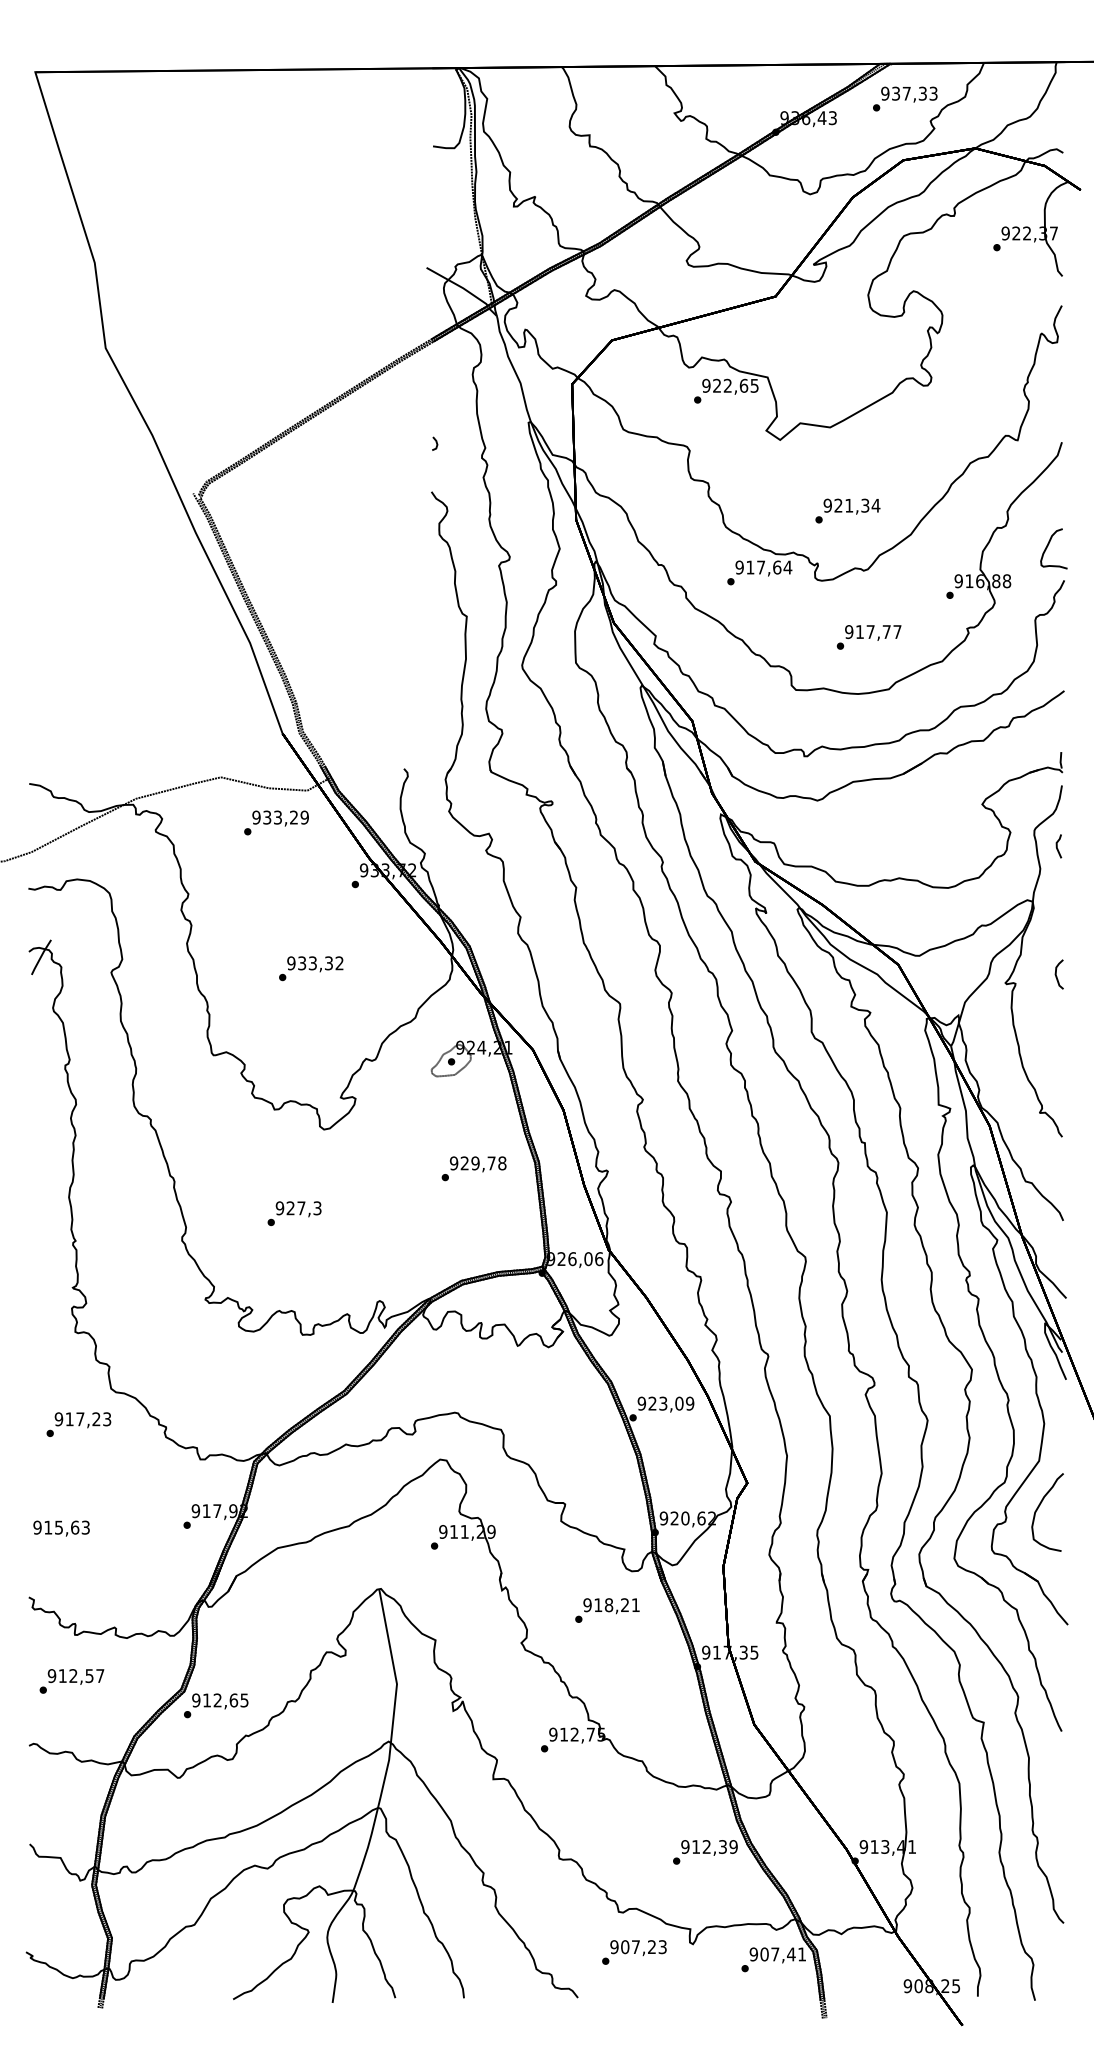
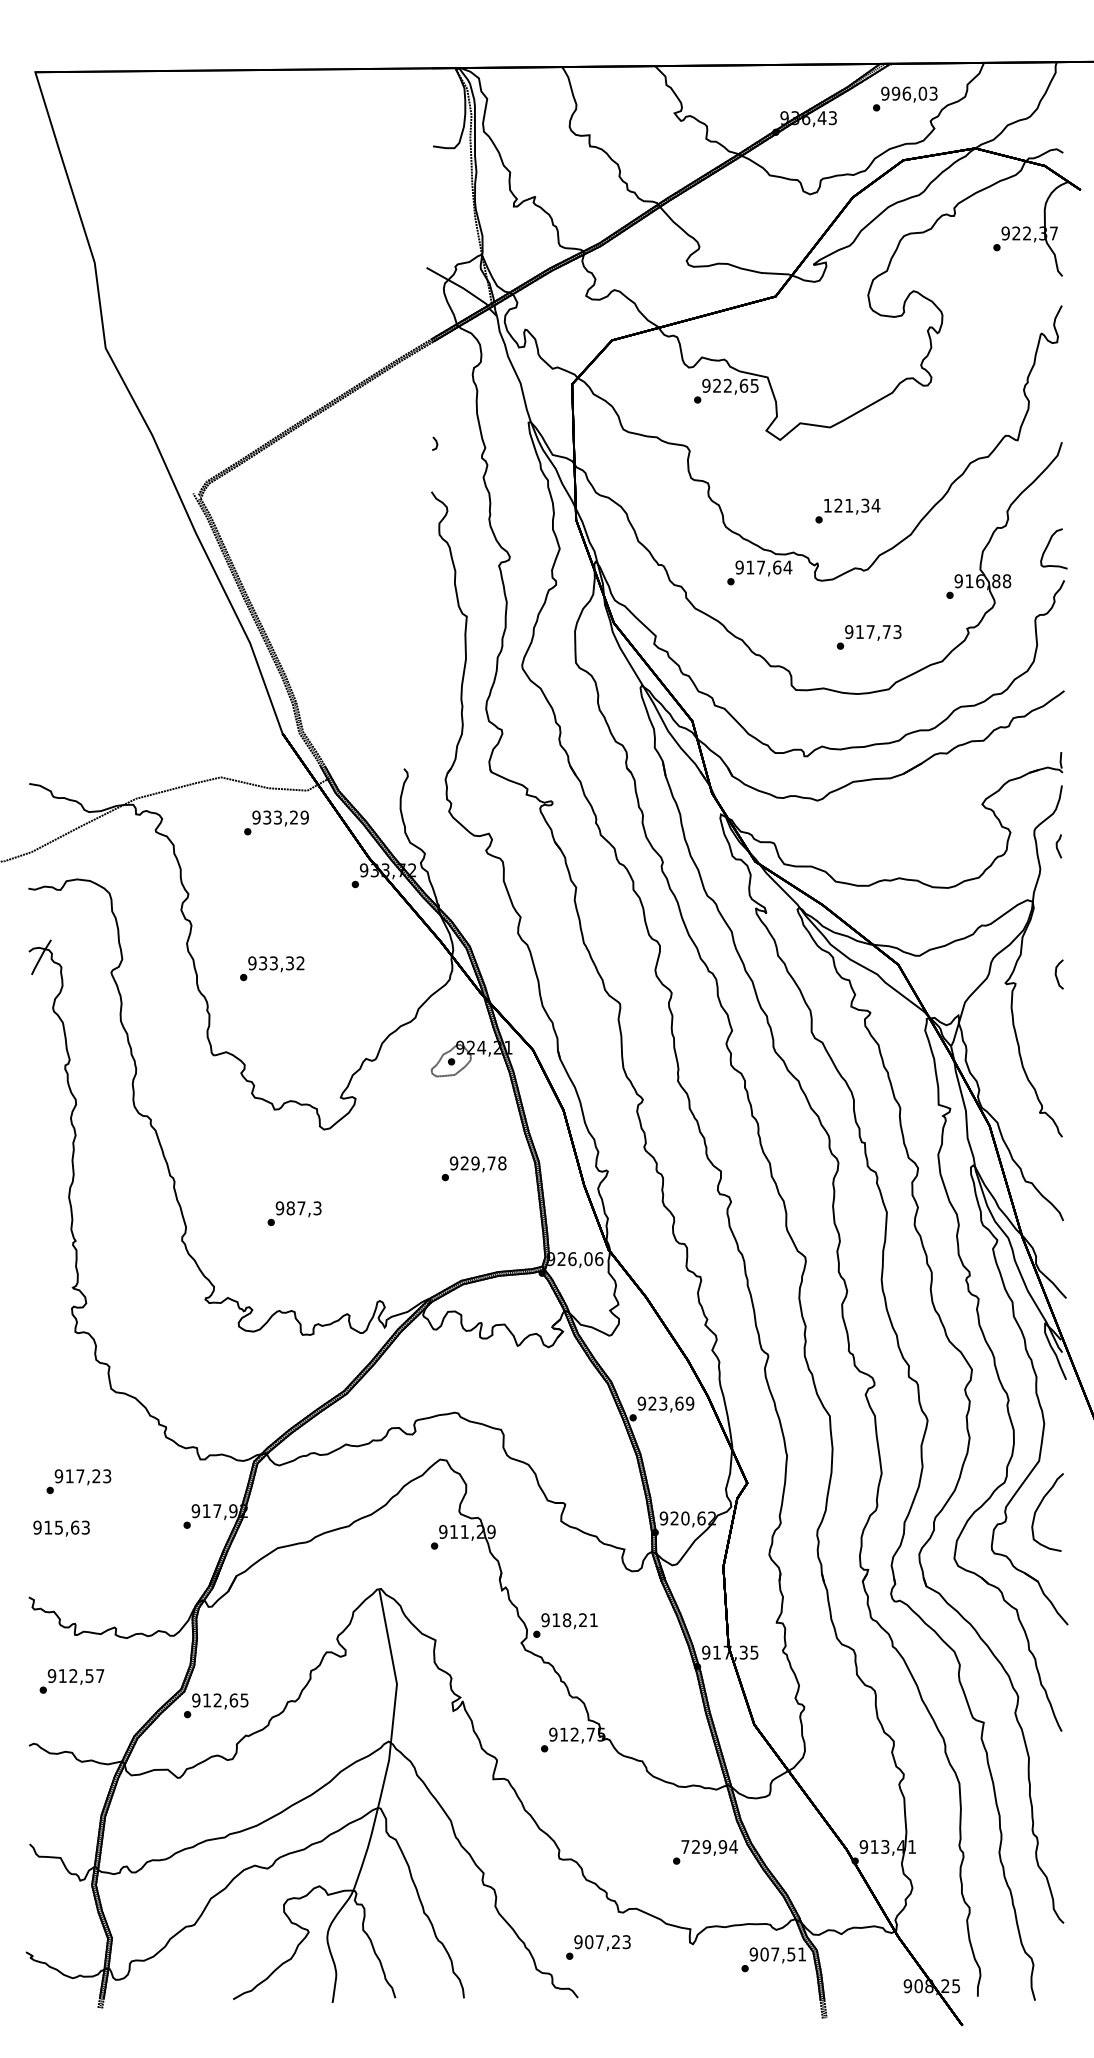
text at (909, 93): 937,33 -> 996,03
text at (827, 505): 921,34 -> 121,34
text at (897, 632): 917,77 -> 917,73
text at (311, 968) position: (311, 968) -> (272, 968)
text at (290, 1208): 927,3 -> 987,3
text at (679, 1403): 923,09 -> 923,69
text at (78, 1424) position: (78, 1424) -> (78, 1481)
text at (607, 1610) position: (607, 1610) -> (565, 1625)
text at (709, 1846): 912,39 -> 729,94
text at (634, 1952) position: (634, 1952) -> (598, 1947)
text at (791, 1954): 907,41 -> 907,51
